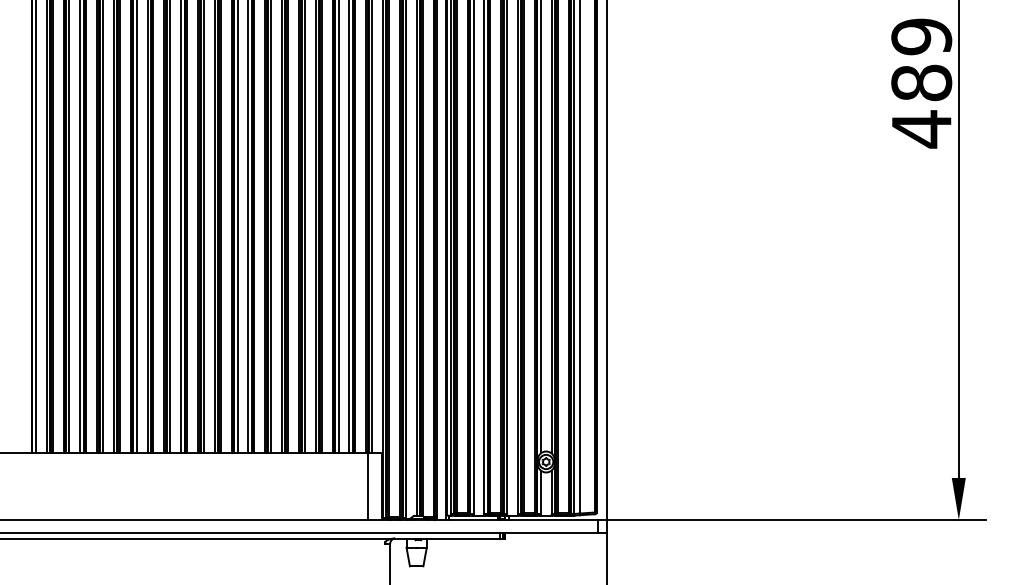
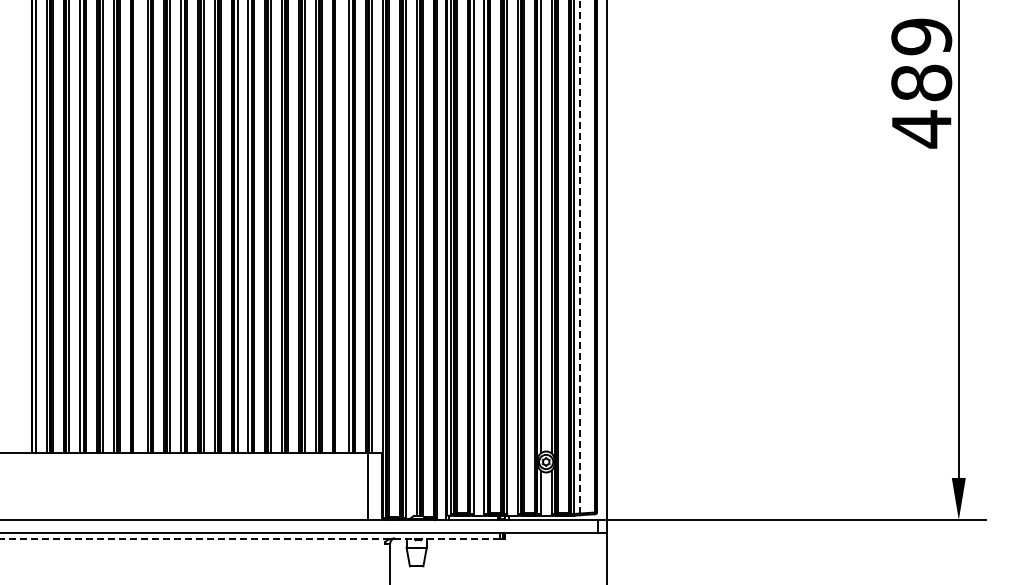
line at (136, 227): present -> none
line at (338, 227): present -> none
line at (579, 257): solid -> dashed
line at (249, 538): solid -> dashed
